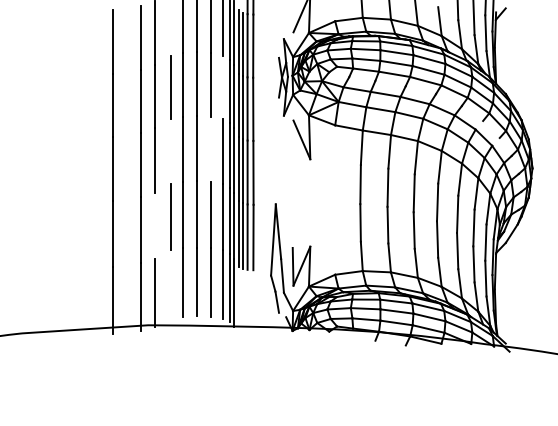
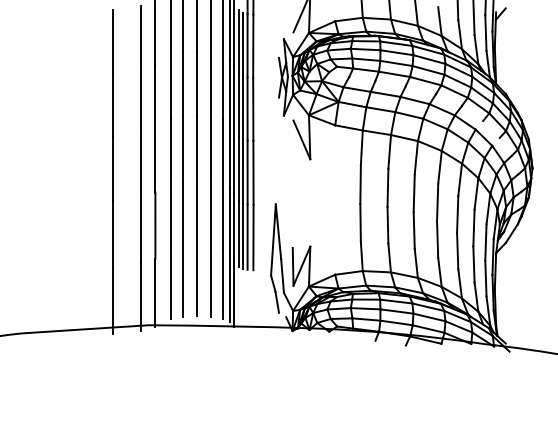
line at (170, 28): none -> present
line at (222, 87): none -> present
line at (210, 149): none -> present
line at (170, 151): none -> present
line at (155, 225): none -> present
line at (170, 284): none -> present
